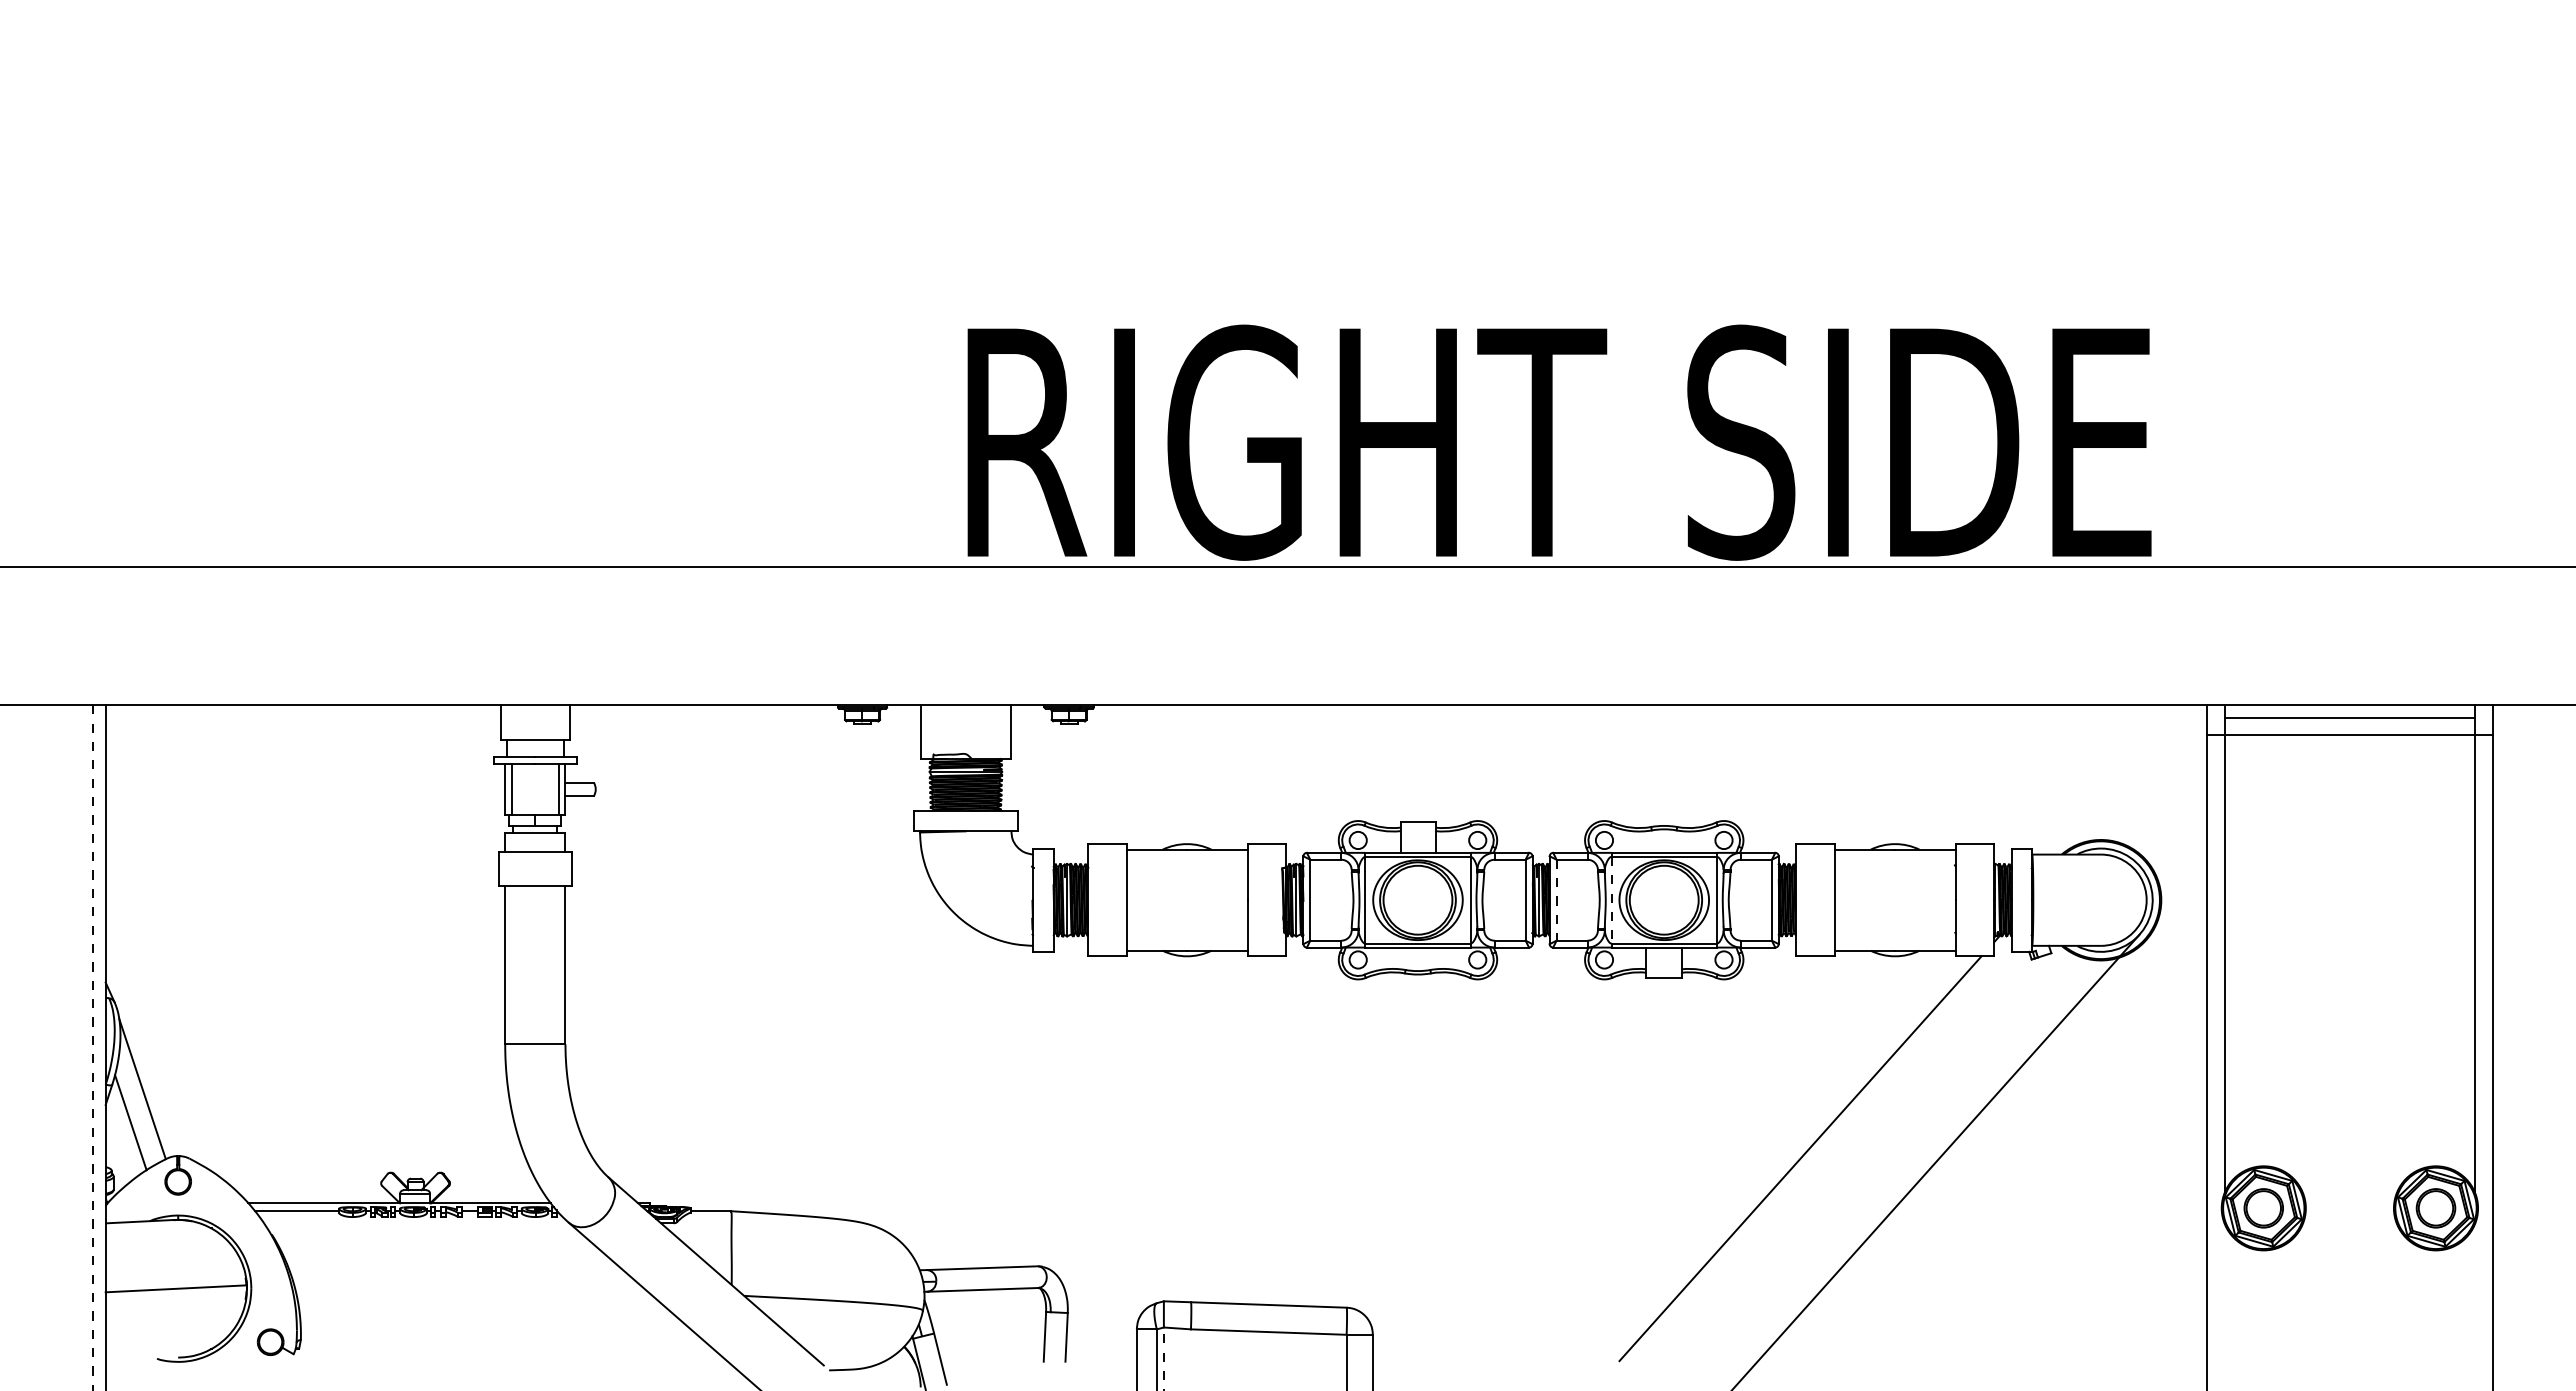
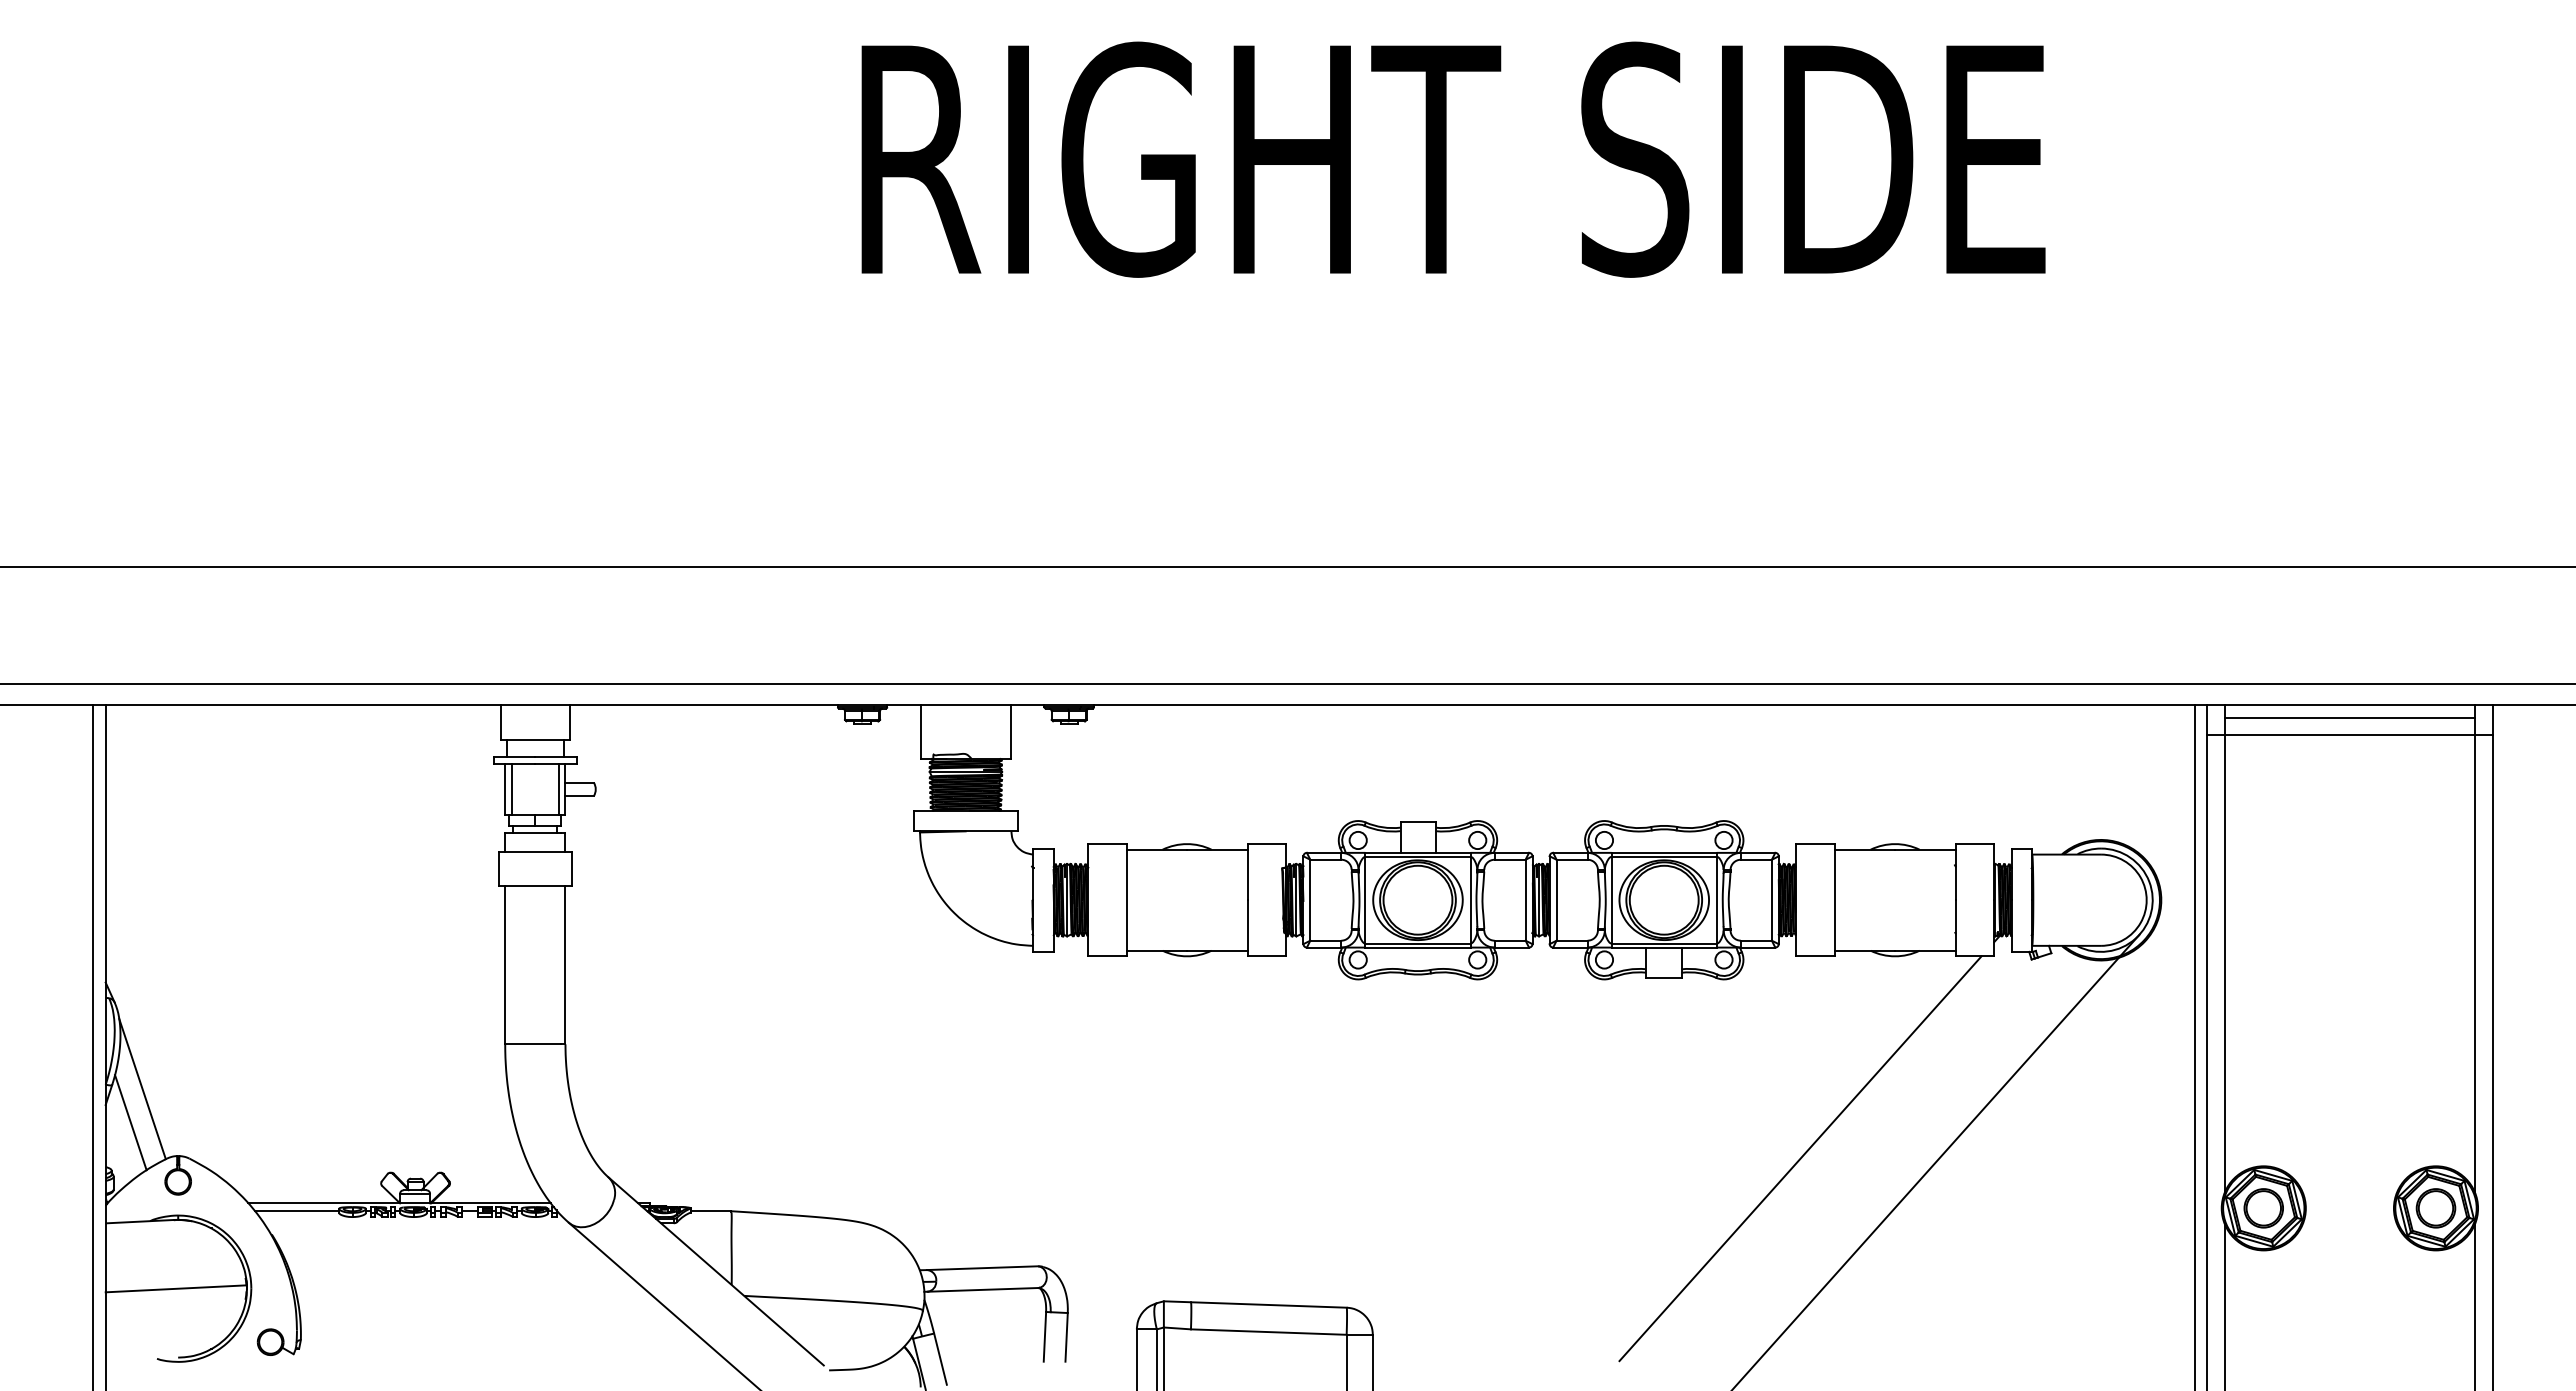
text at (1559, 442) position: (1559, 442) -> (1453, 159)
line at (1287, 684): none -> present
line at (1556, 900): dashed -> solid
line at (1611, 900): dashed -> solid
line at (2194, 1046): none -> present
line at (93, 1048): dashed -> solid
line at (2224, 1305): none -> present
line at (2475, 1305): none -> present
line at (1163, 1358): dashed -> solid
